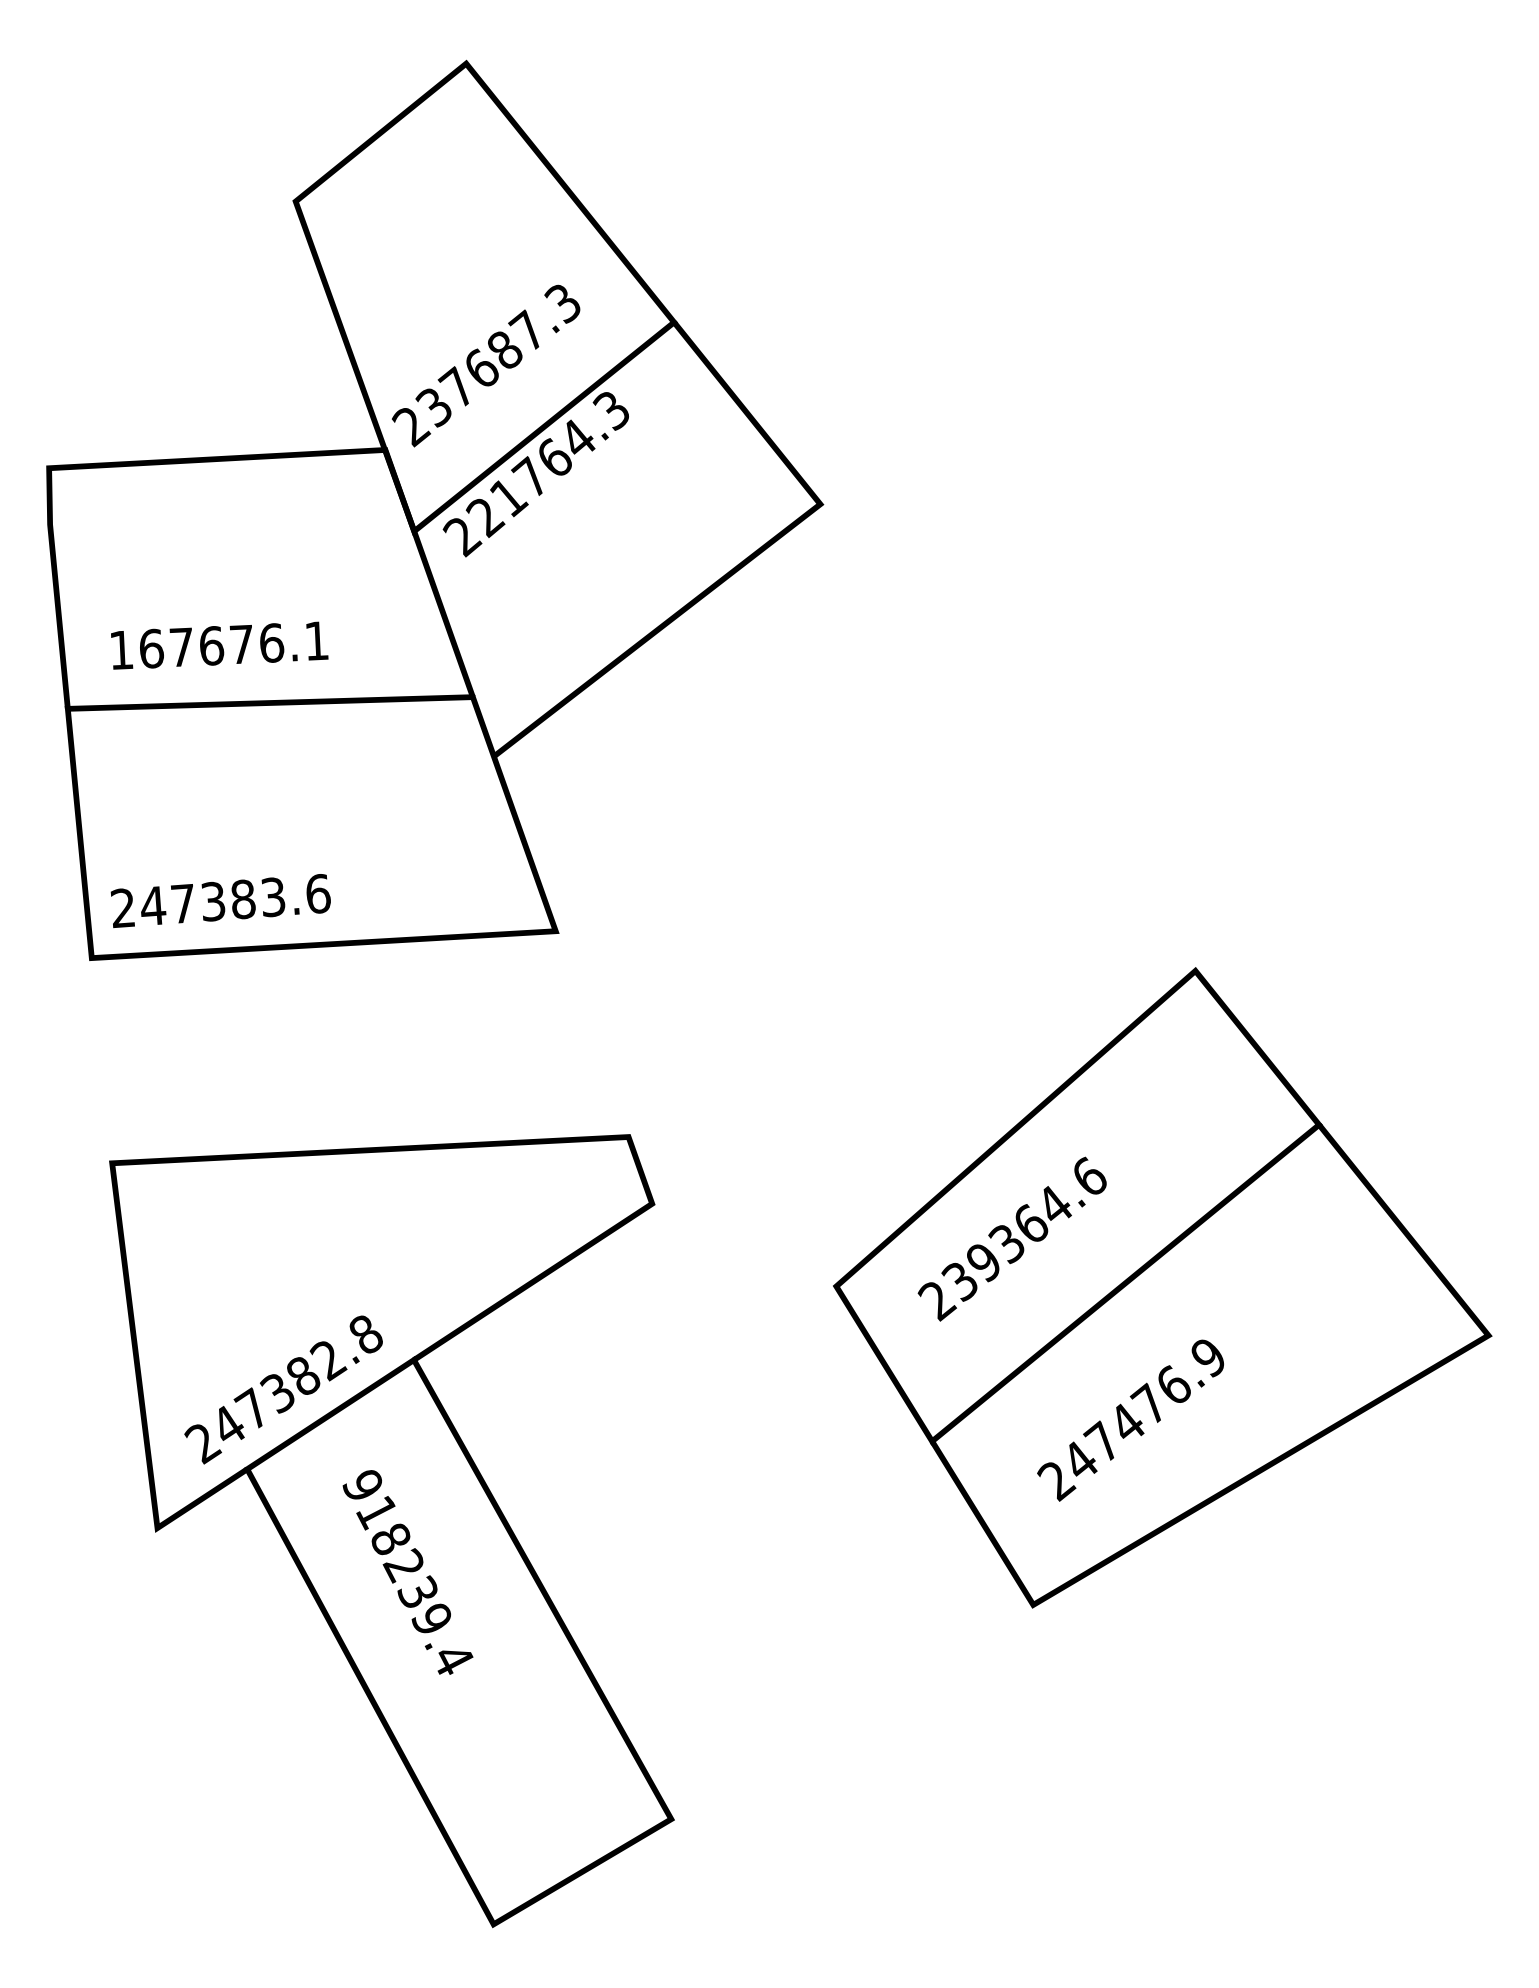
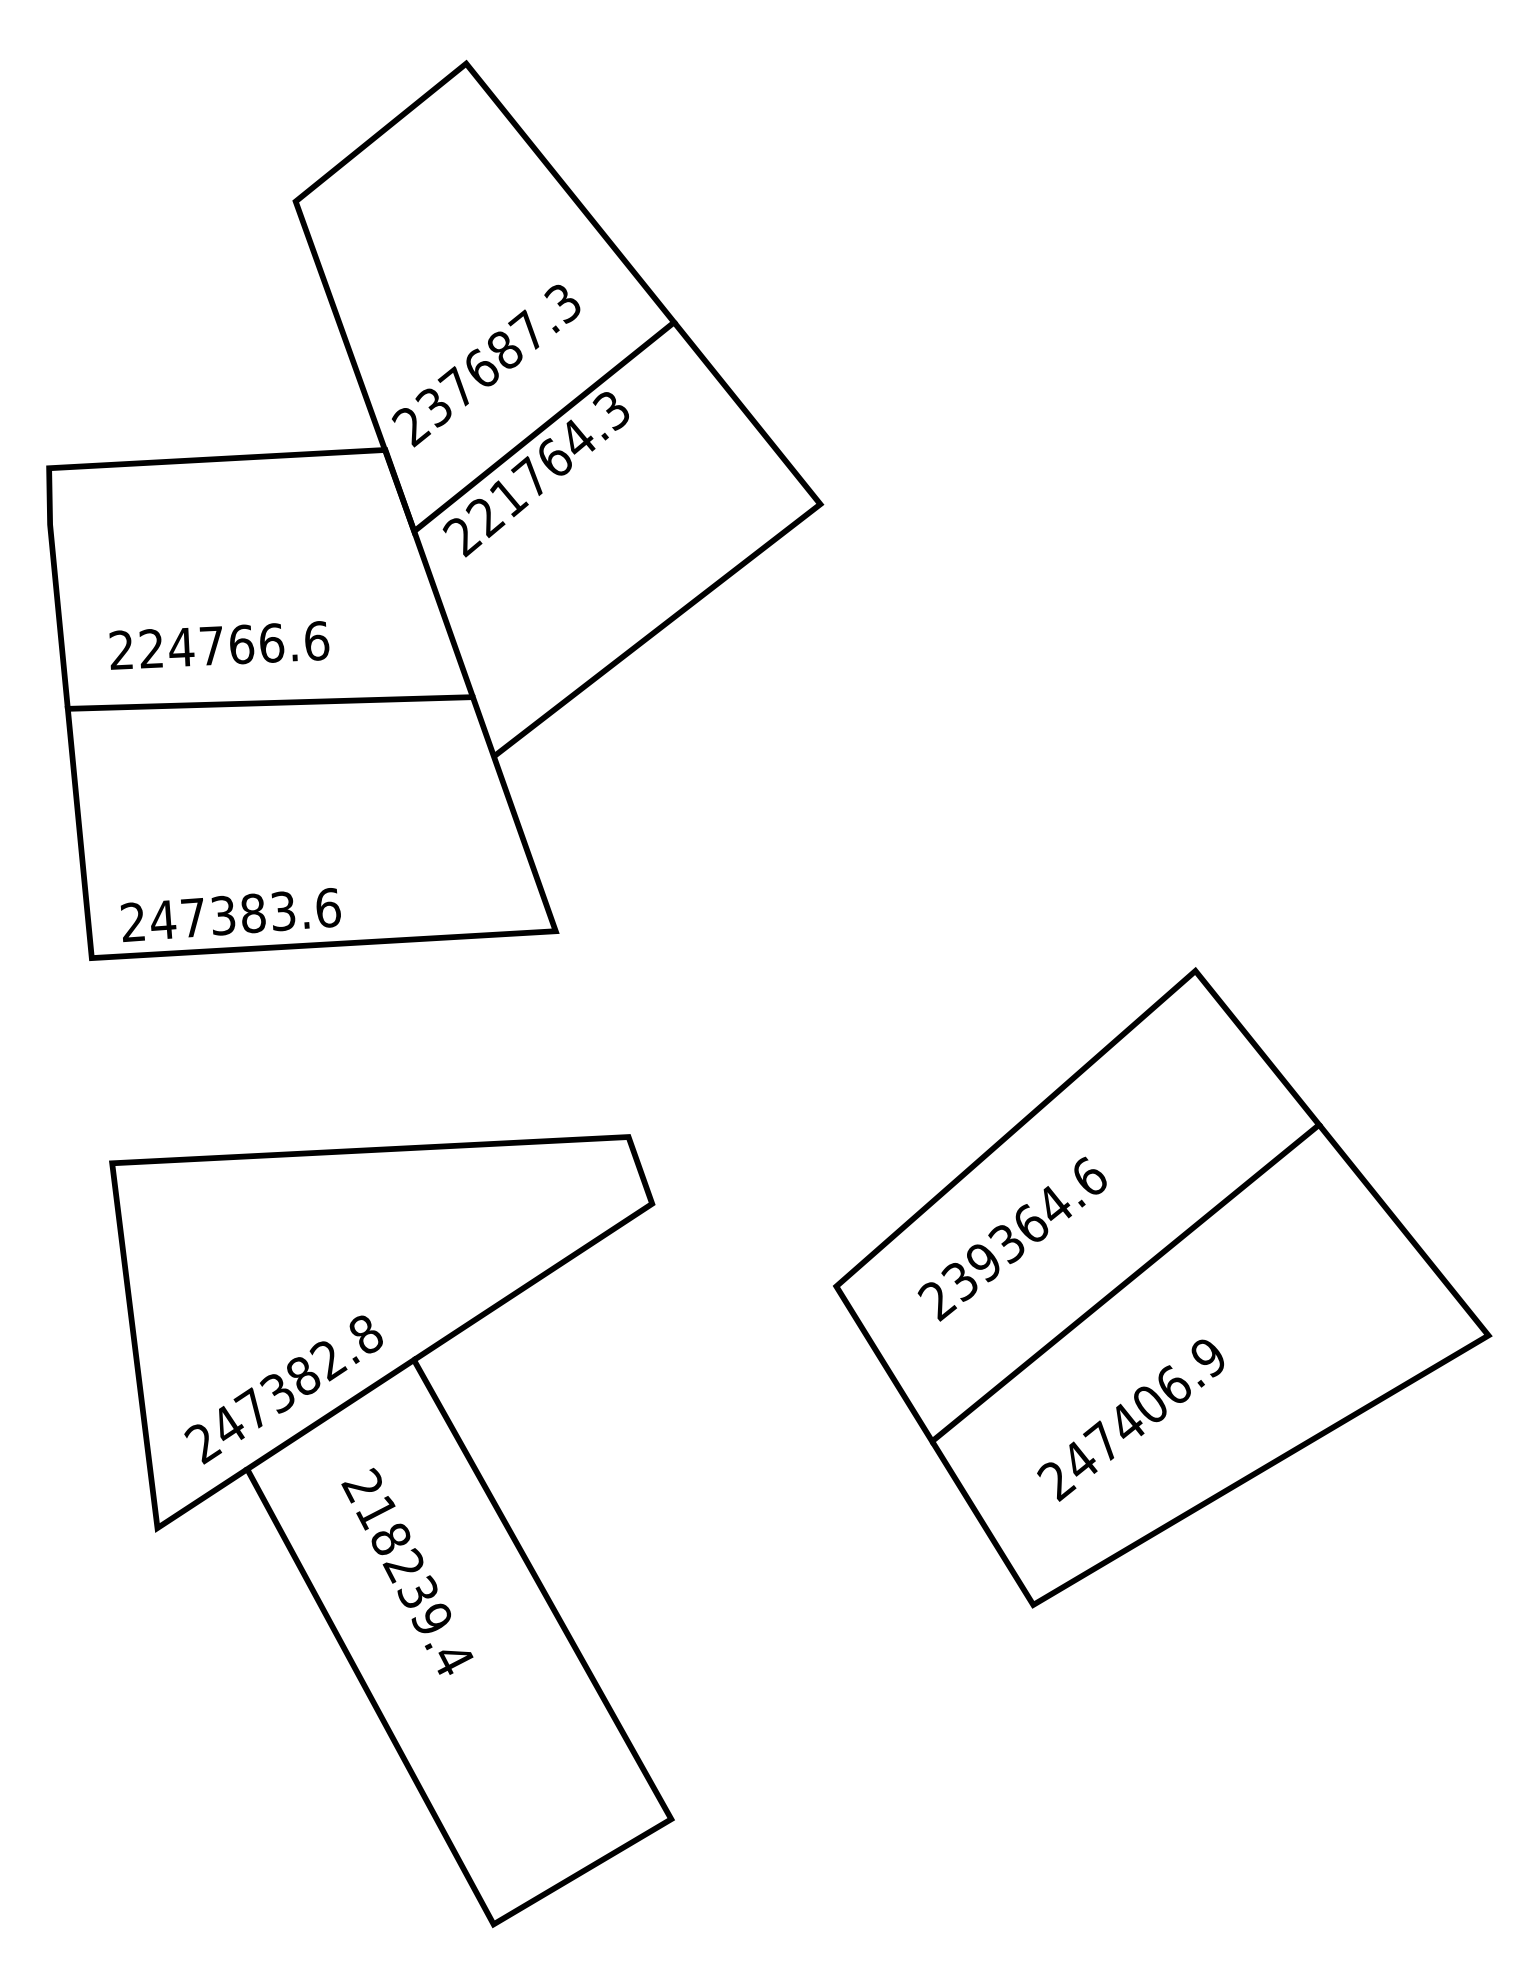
text at (219, 645): 167676.1 -> 224766.6
text at (220, 900) position: (220, 900) -> (230, 914)
text at (1147, 1402): 247476.9 -> 247406.9
text at (361, 1485): 918239.4 -> 218239.4
